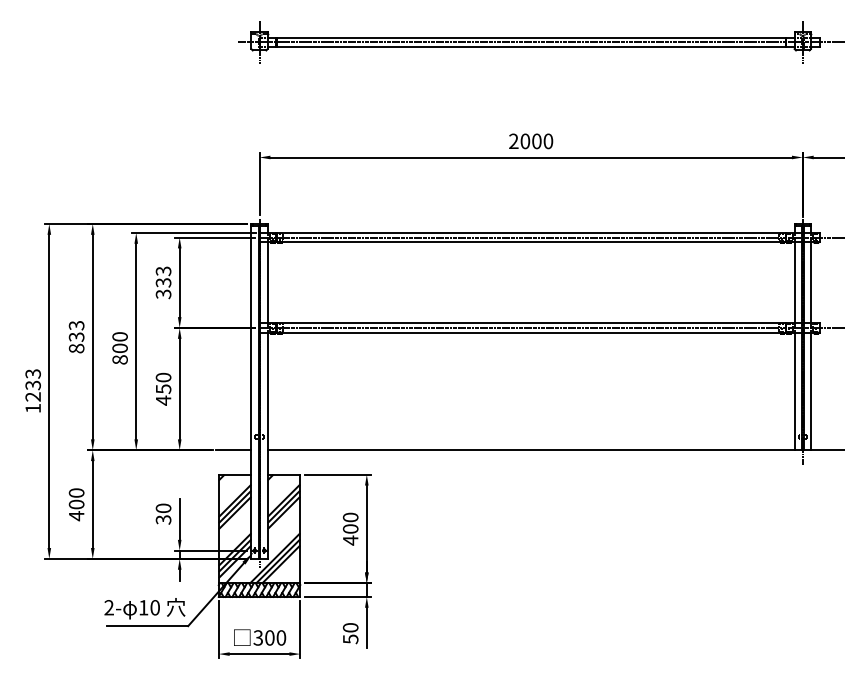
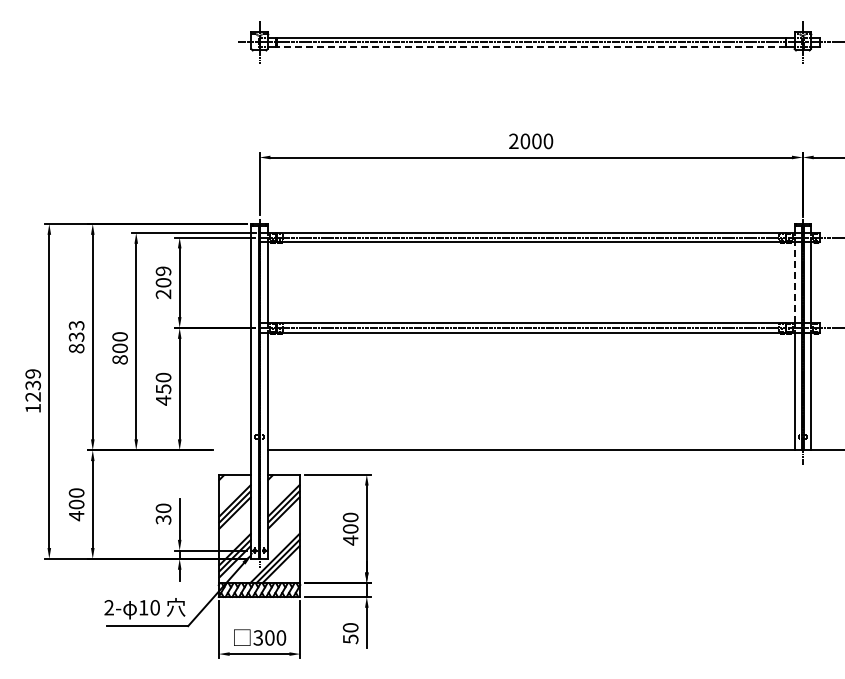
line at (531, 46): solid -> dashed
text at (163, 282): 333 -> 209
line at (794, 282): solid -> dashed
text at (32, 373): 1233 -> 1239
line at (233, 450): present -> none
